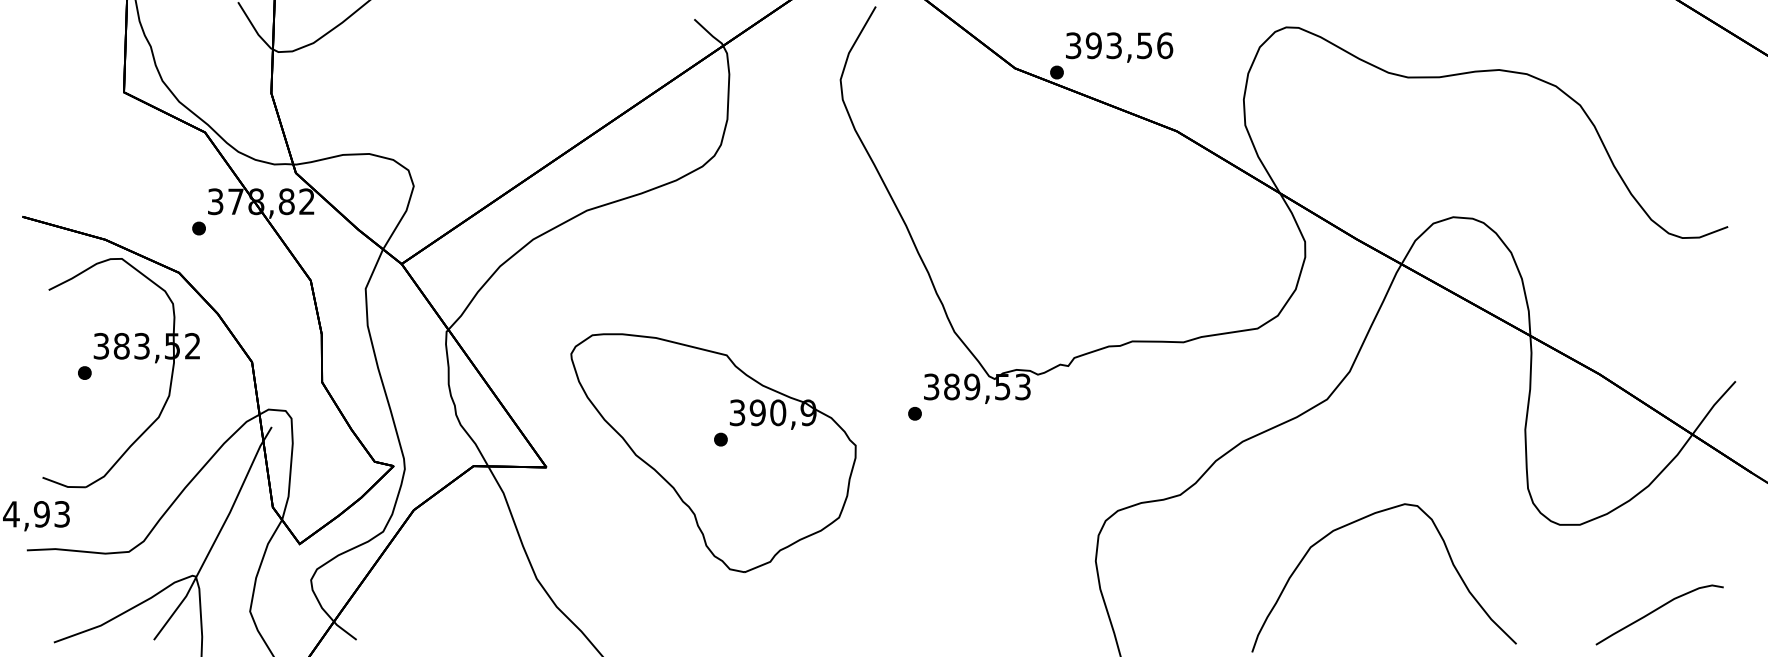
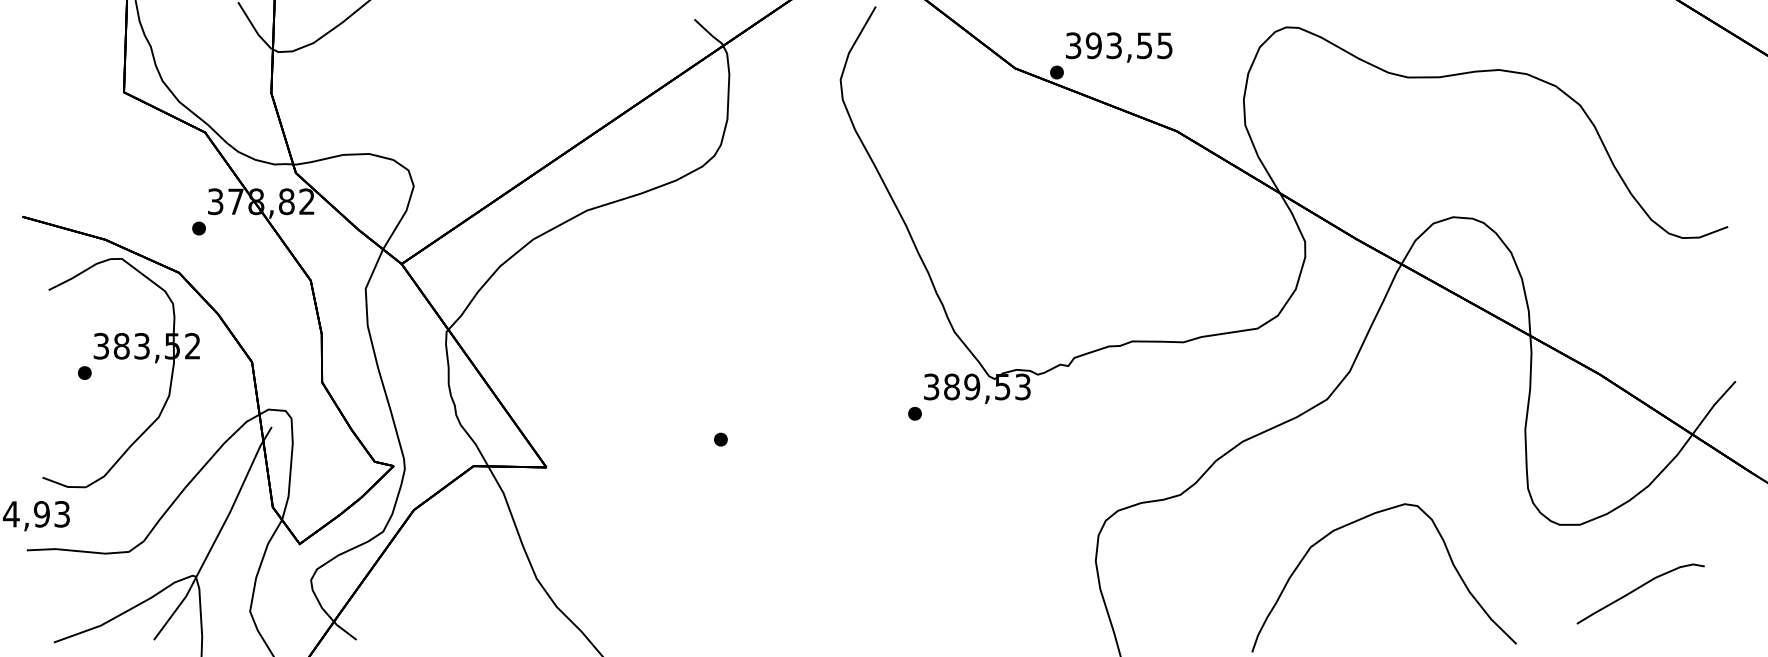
text at (1165, 45): 393,56 -> 393,55
part at (713, 452): present -> none
curve at (1657, 610) position: (1657, 610) -> (1638, 589)
